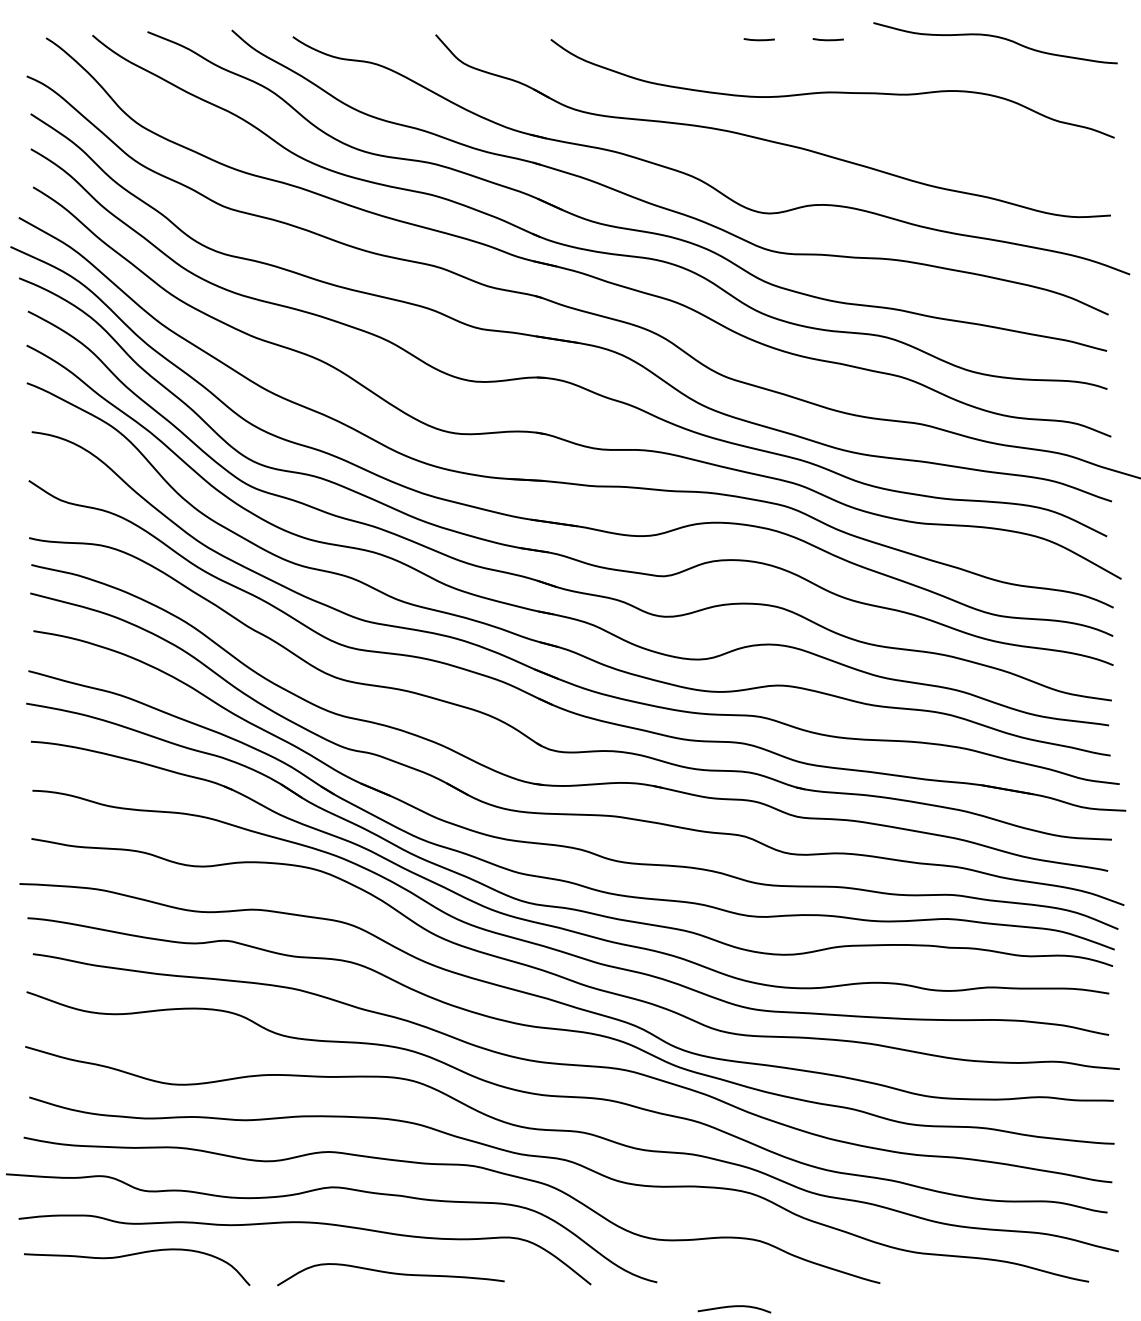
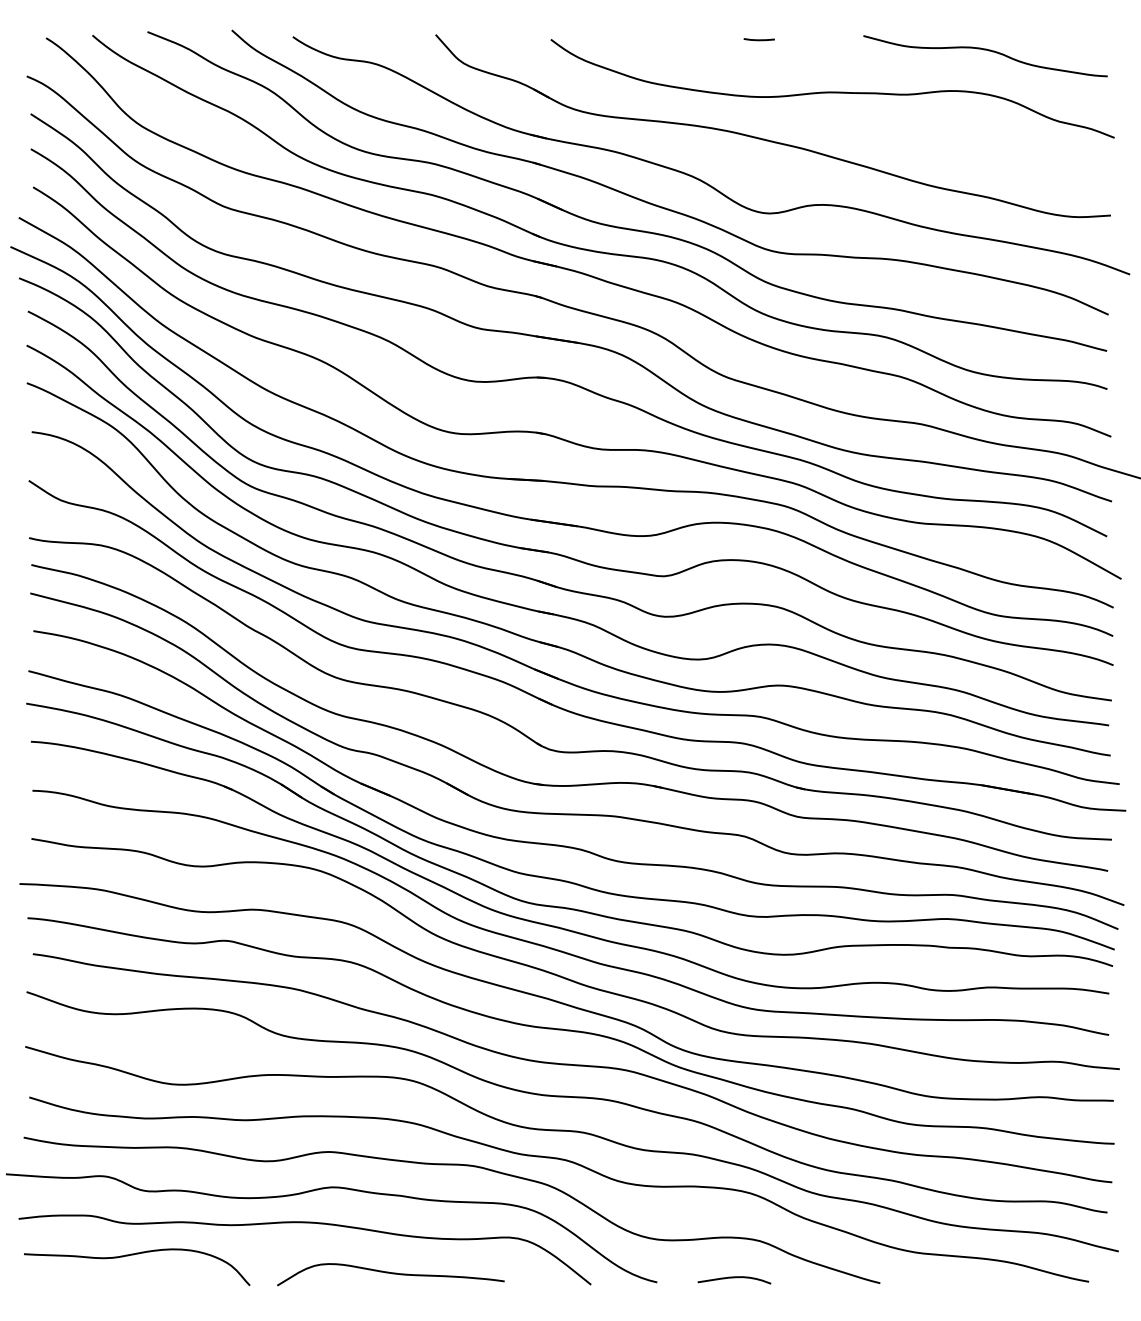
curve at (998, 38) position: (998, 38) -> (988, 51)
line at (827, 39): present -> none
curve at (734, 1307) position: (734, 1307) -> (734, 1278)
